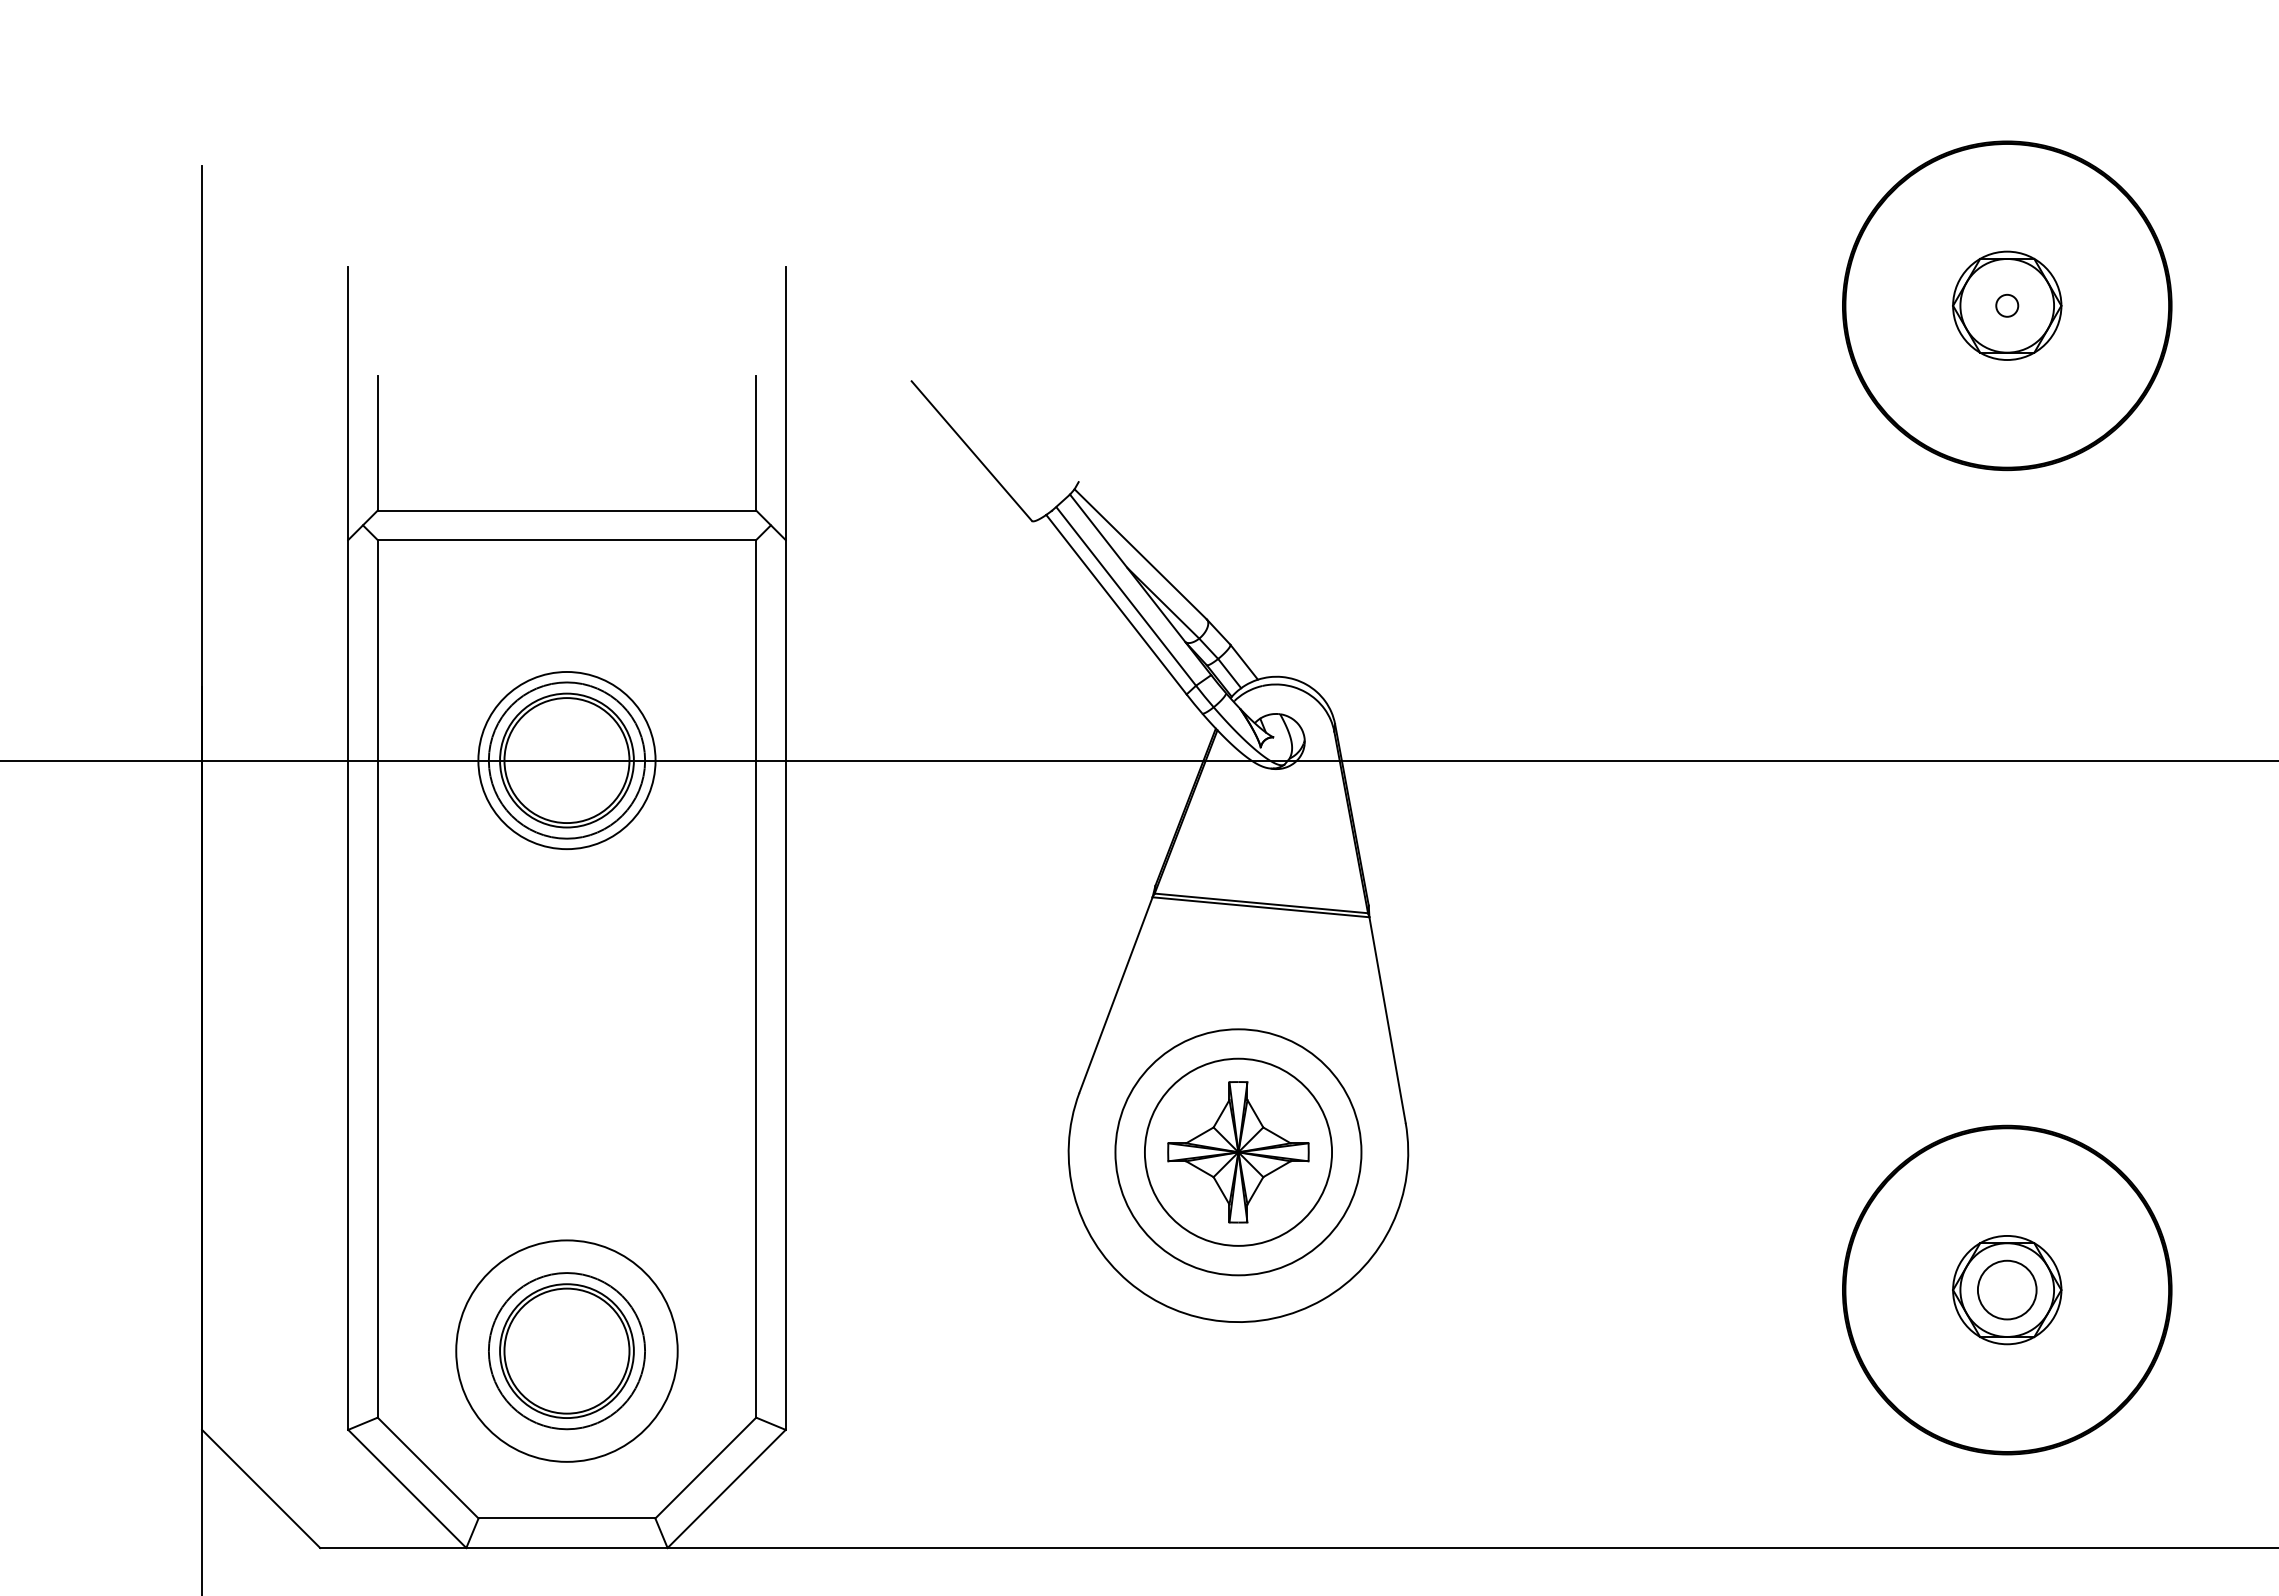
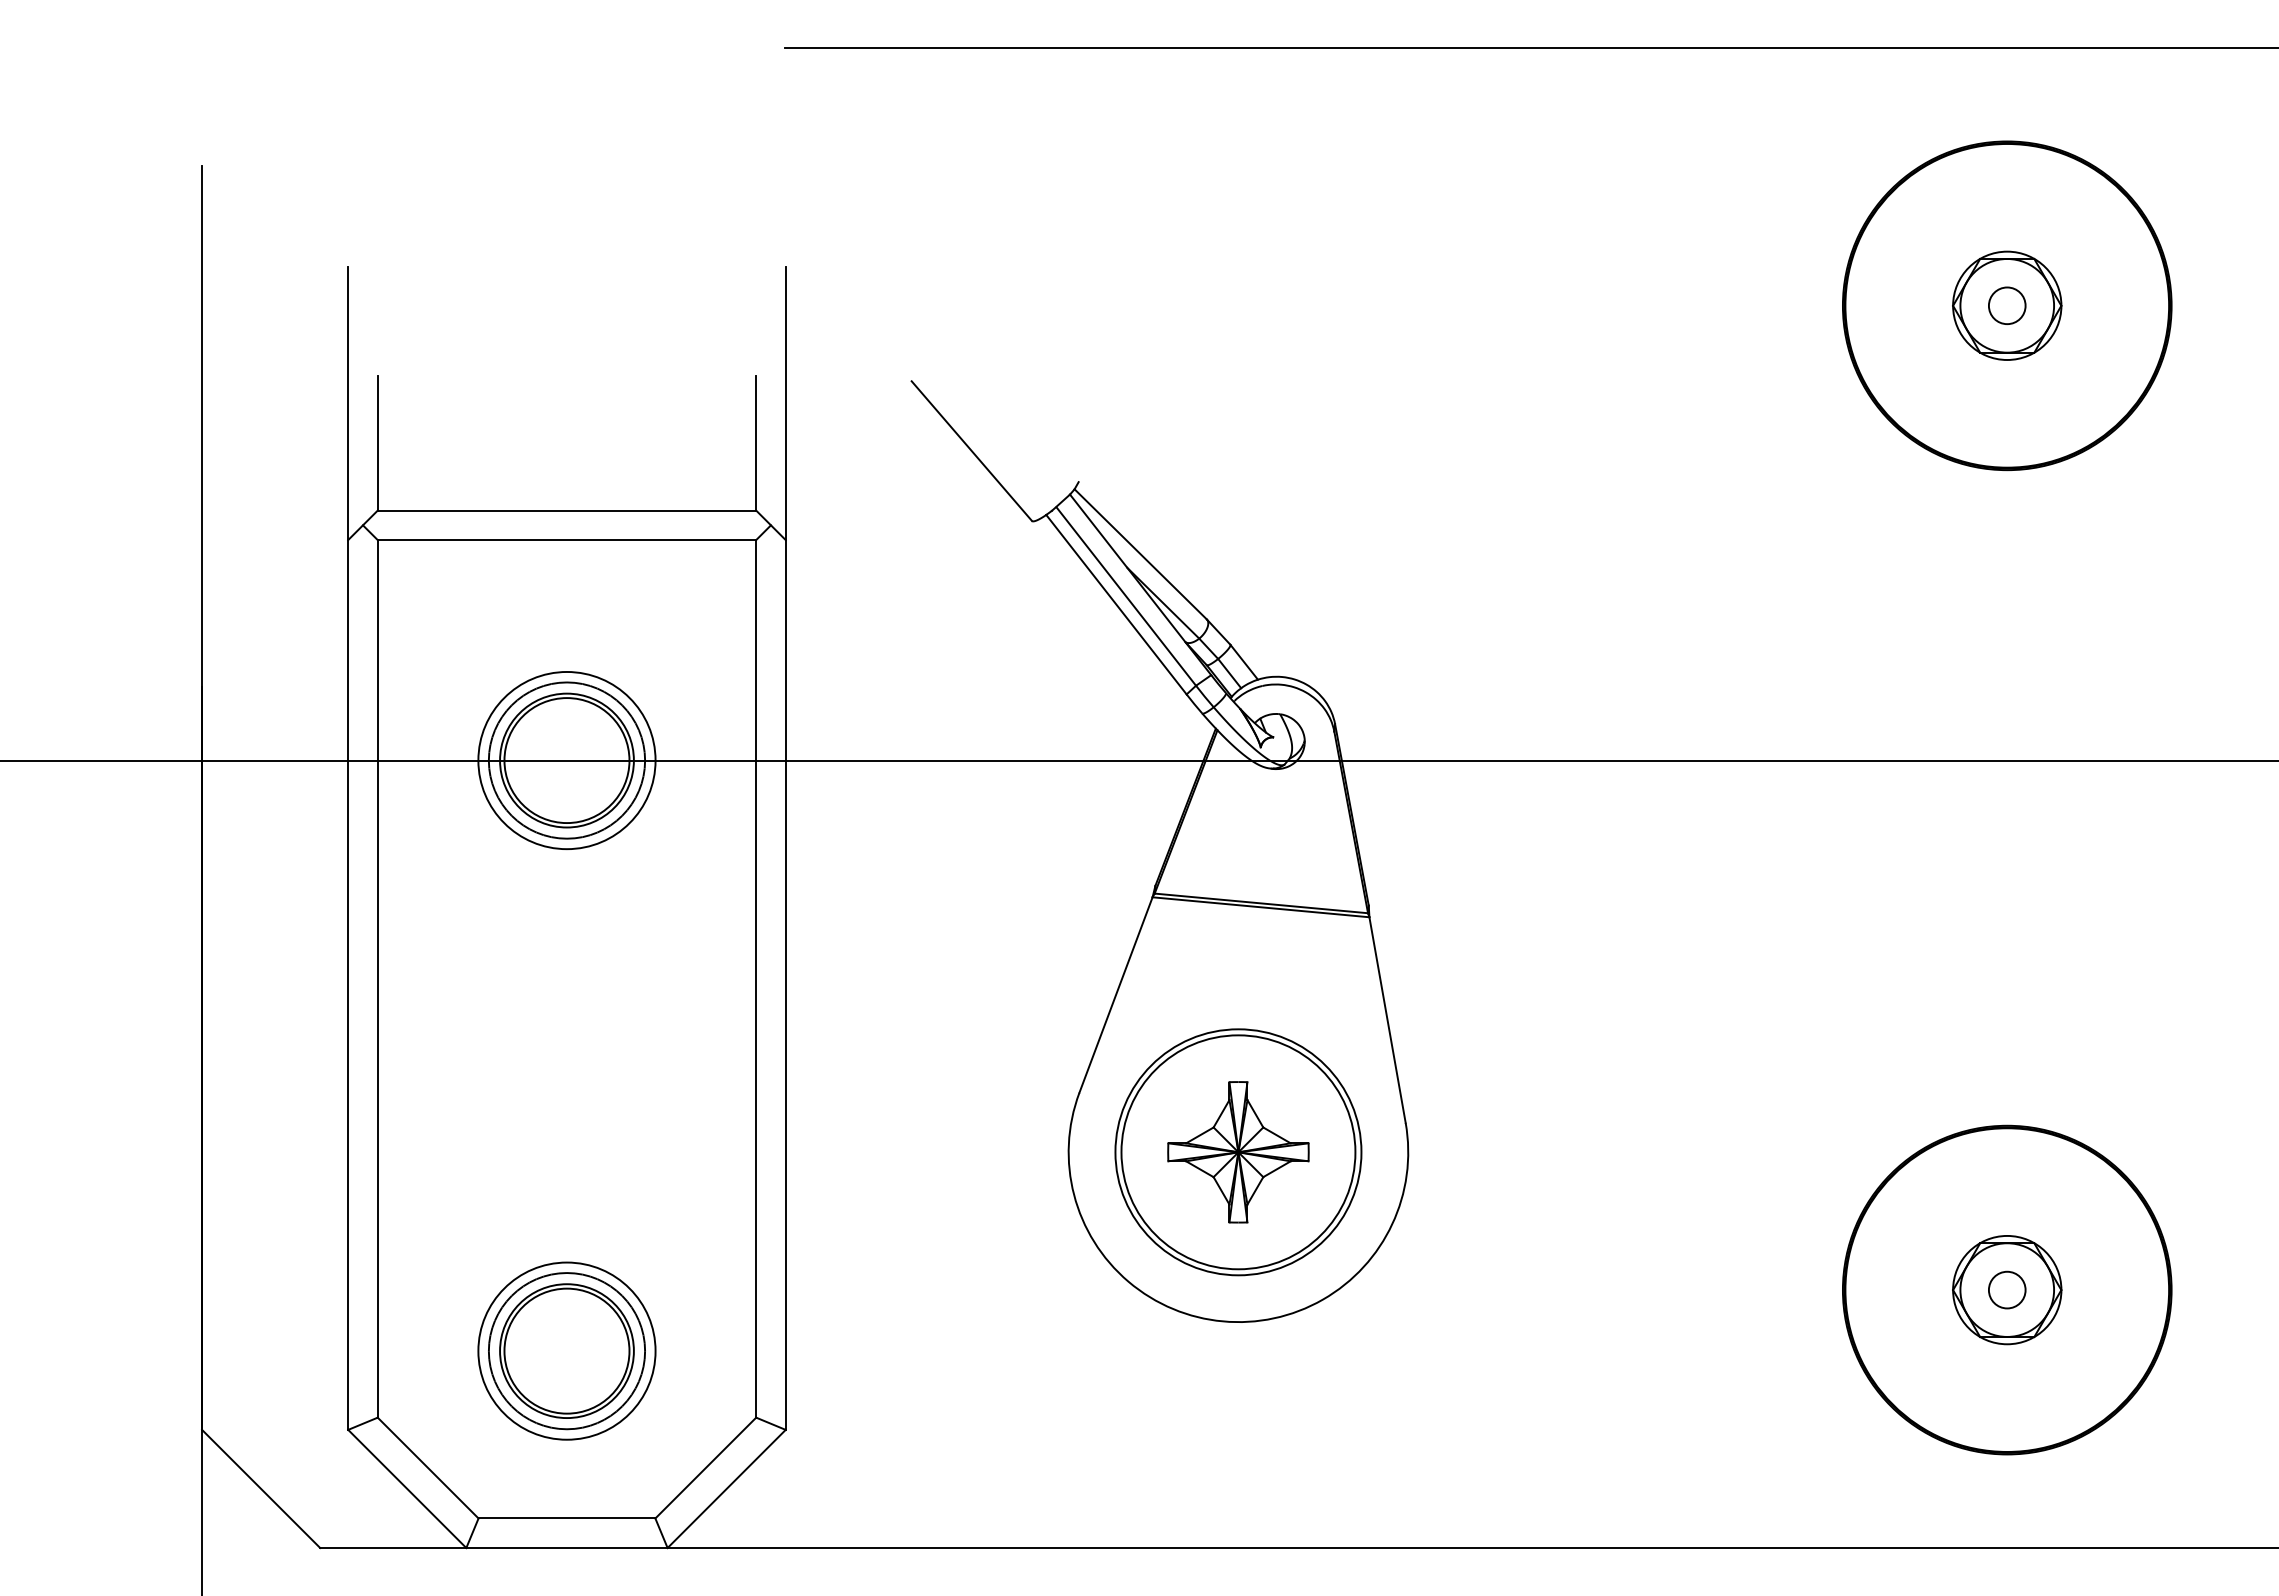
line at (1530, 47): none -> present
circle at (2007, 305) diameter: 22 px -> 37 px
circle at (1238, 1151) diameter: 187 px -> 234 px
circle at (2006, 1289) diameter: 59 px -> 37 px
circle at (566, 1350) diameter: 221 px -> 177 px
